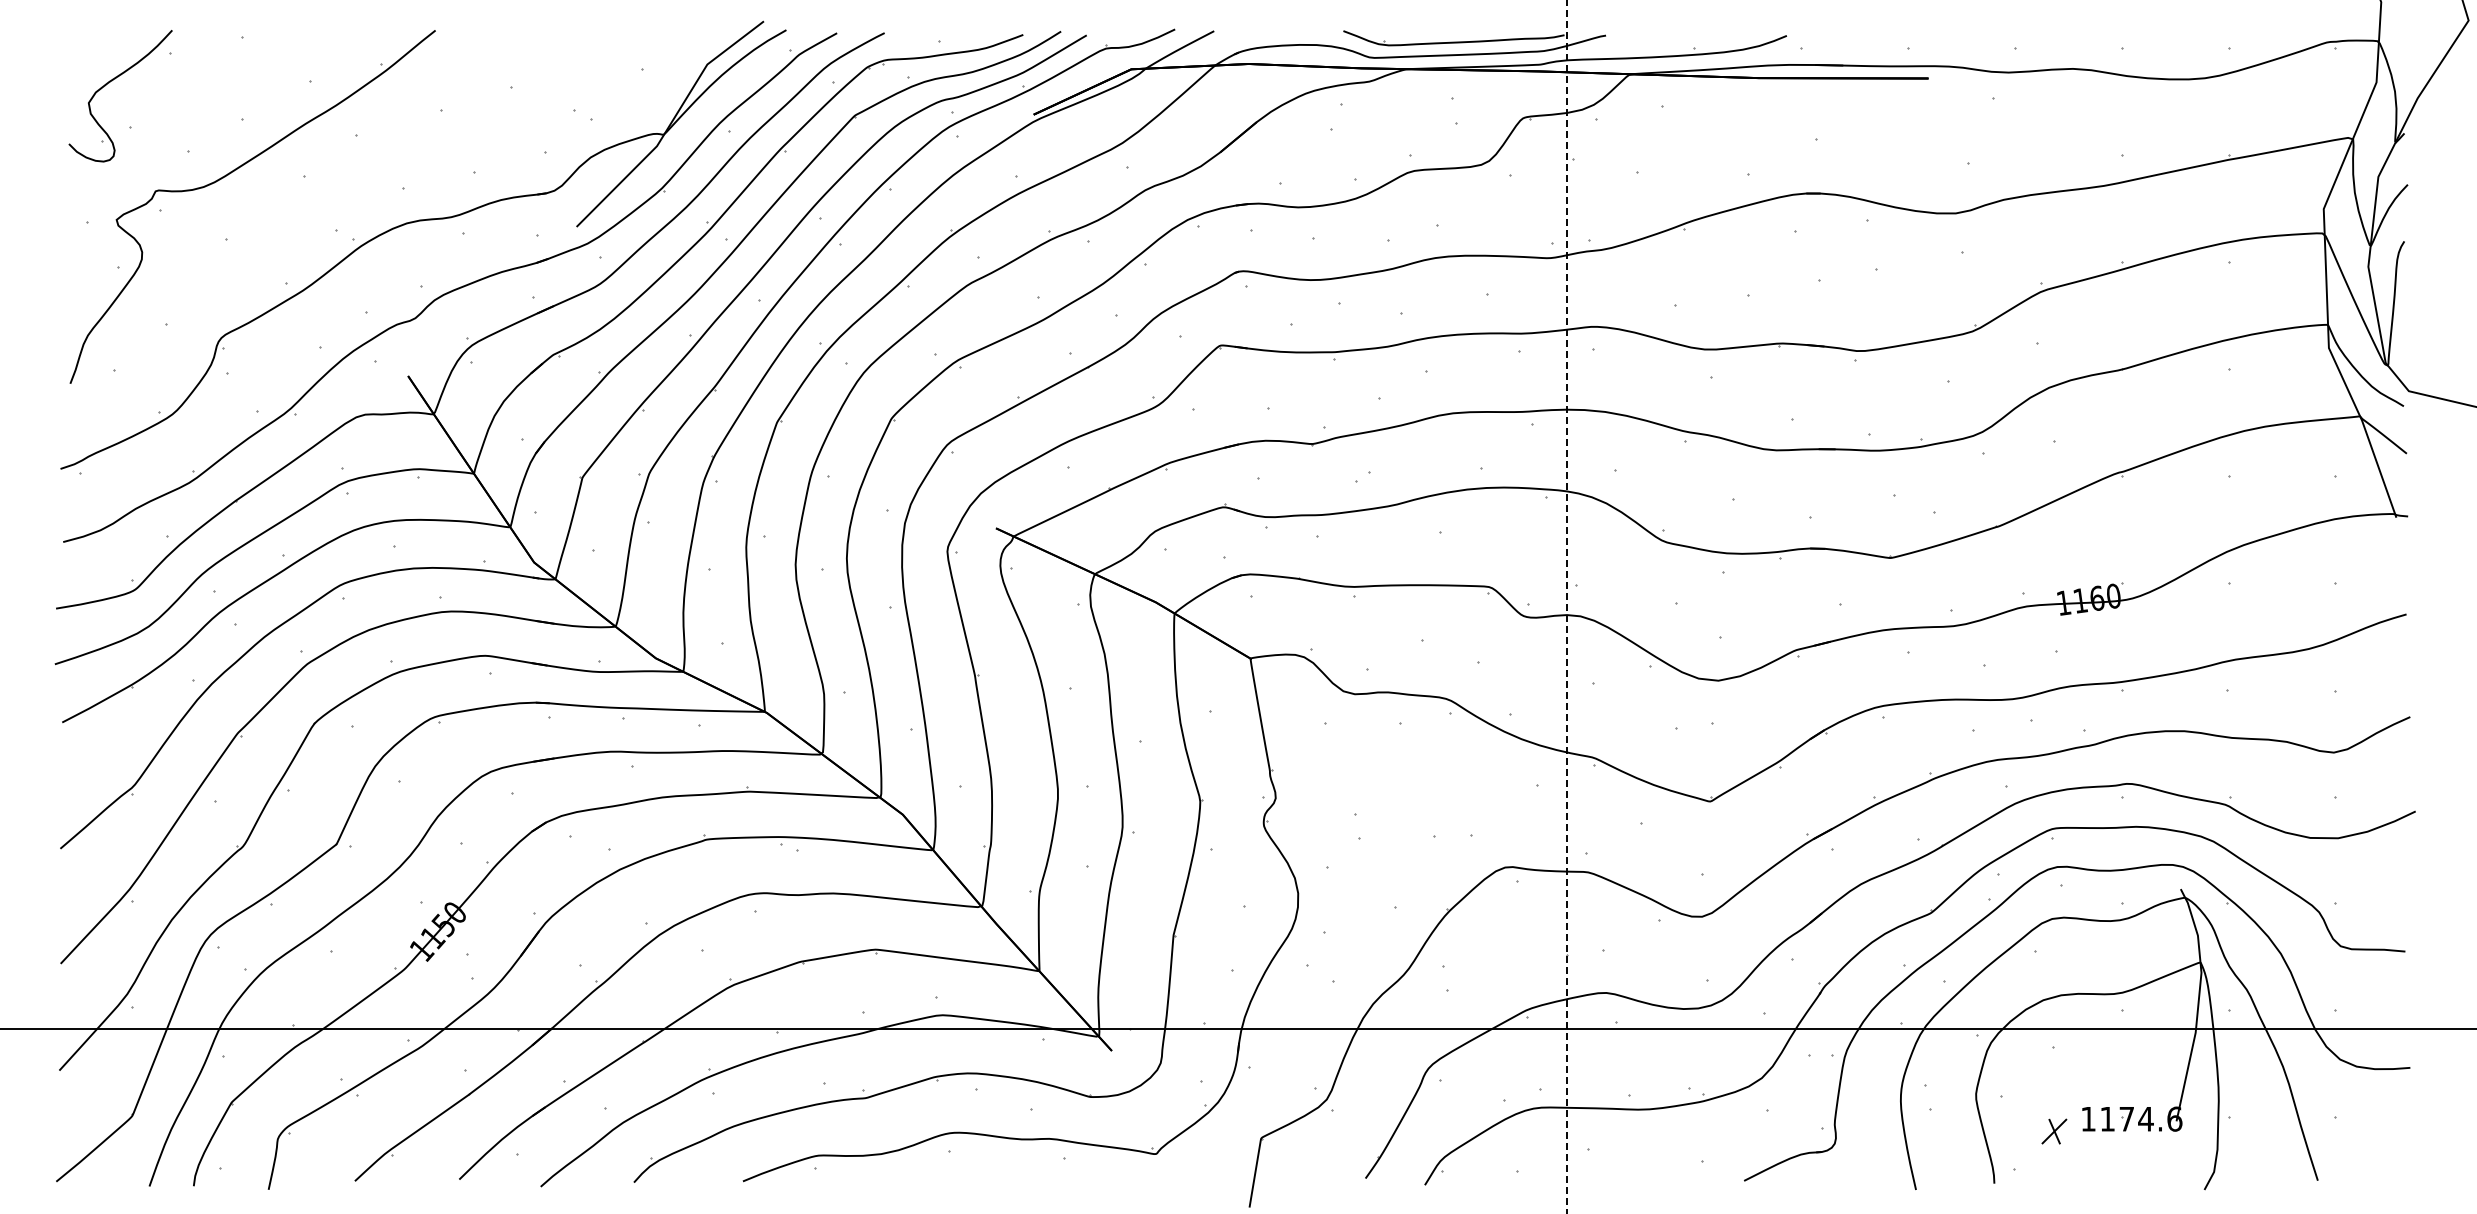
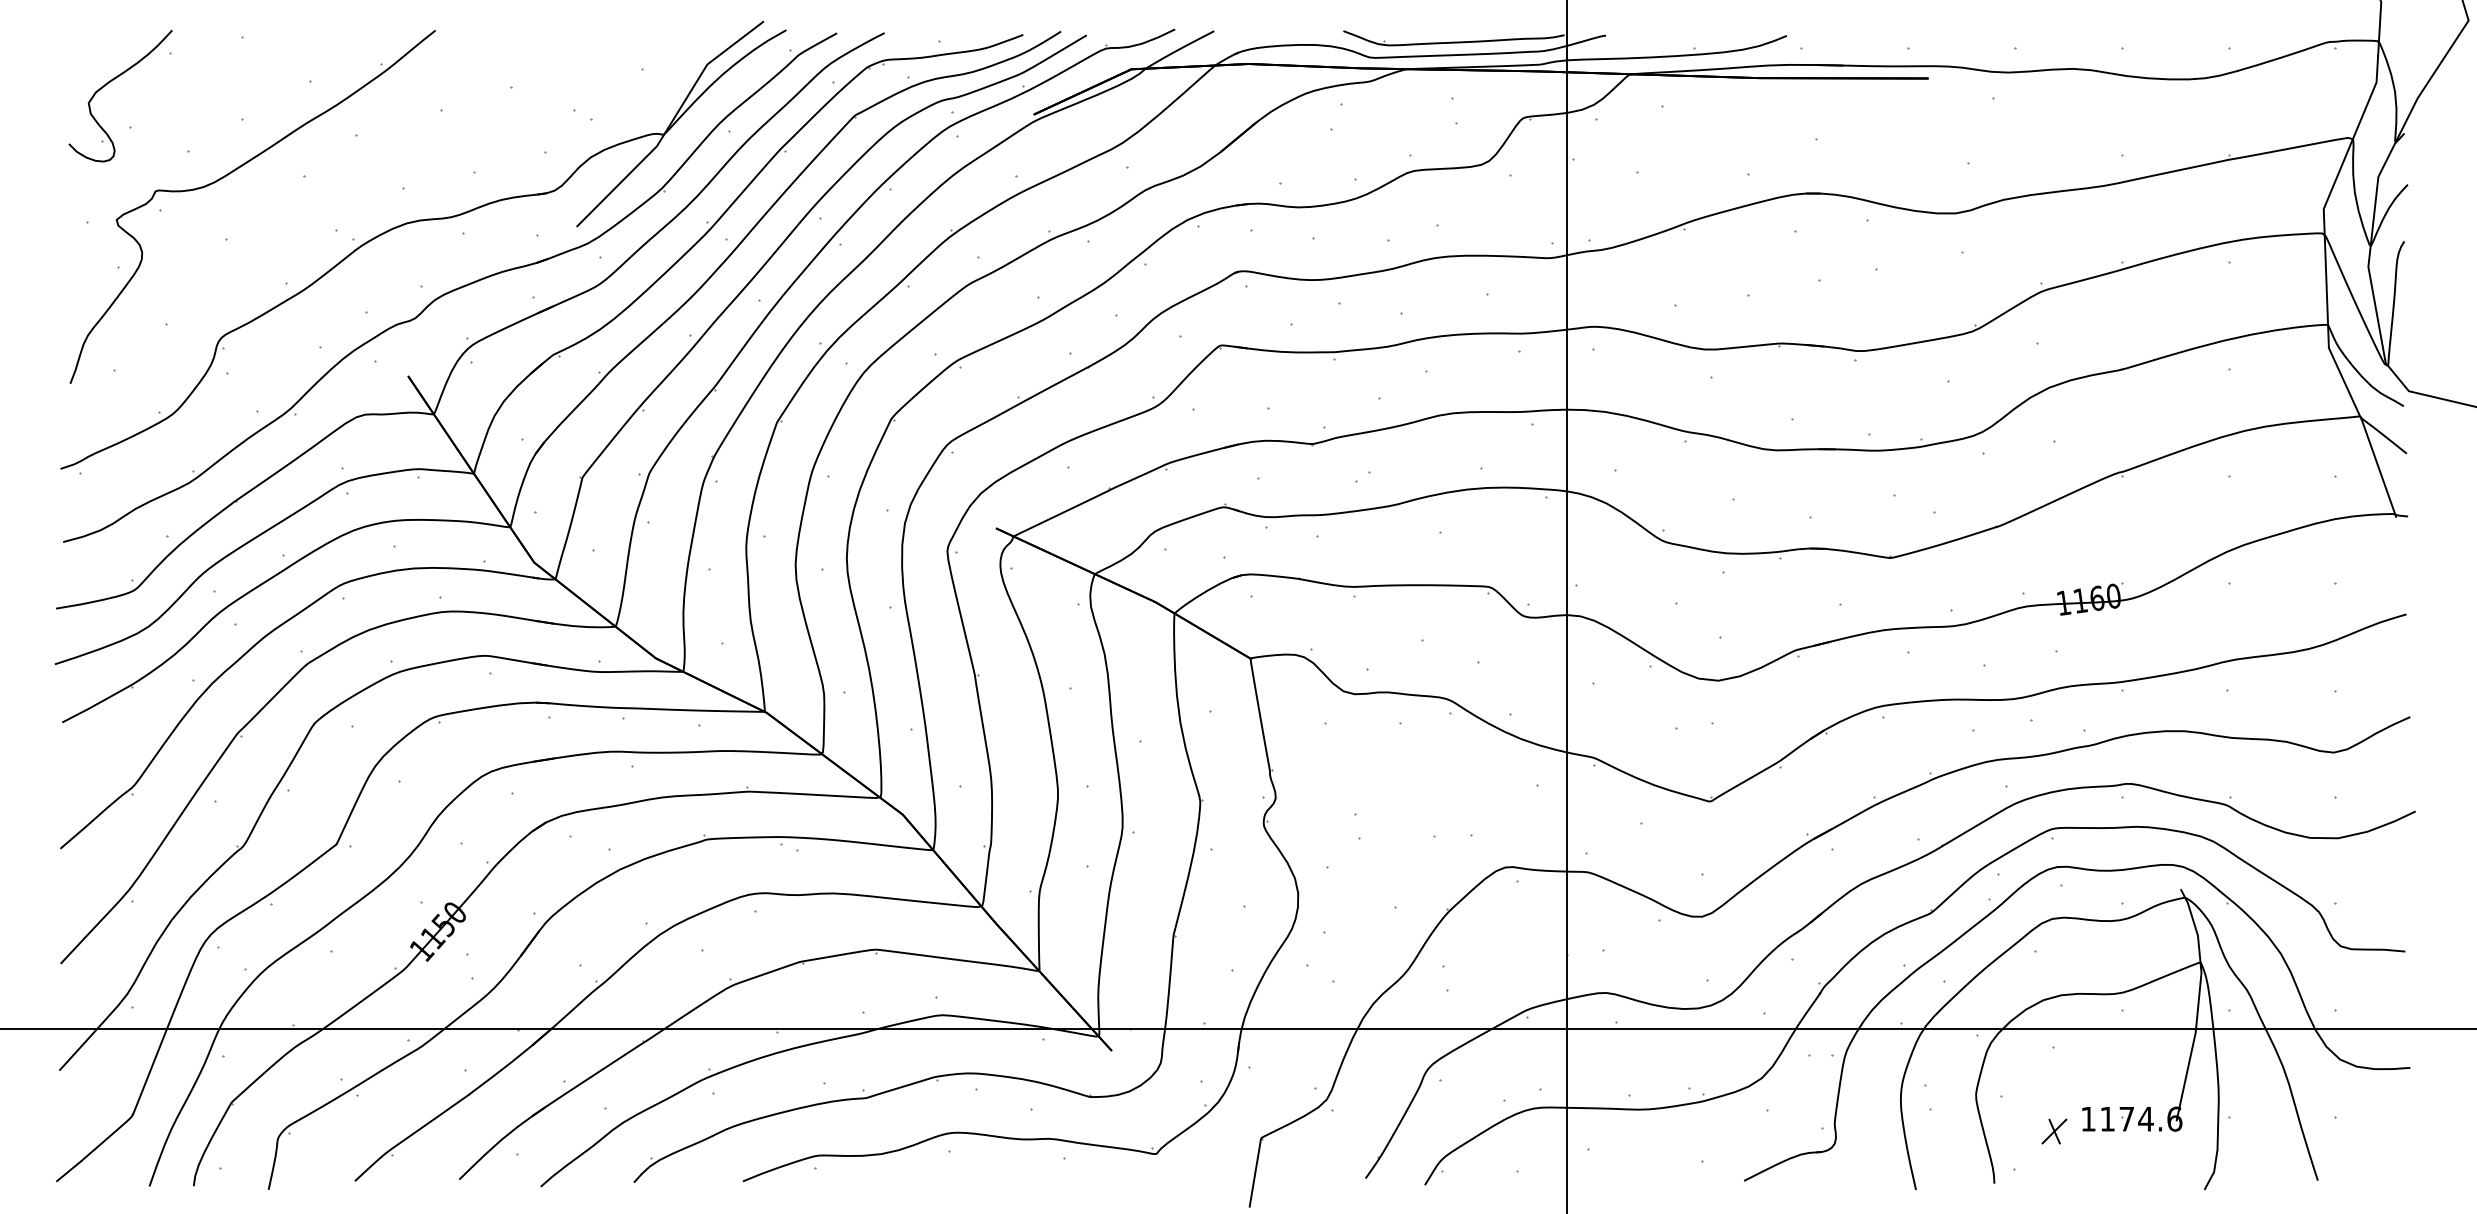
line at (1567, 607): dashed -> solid
